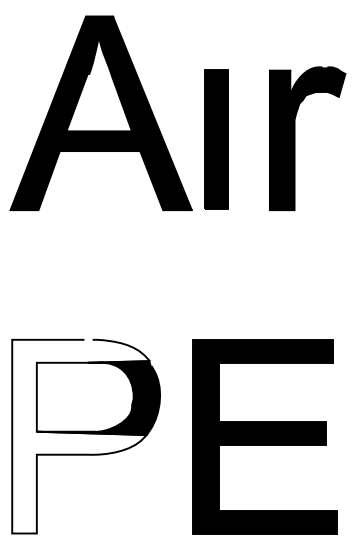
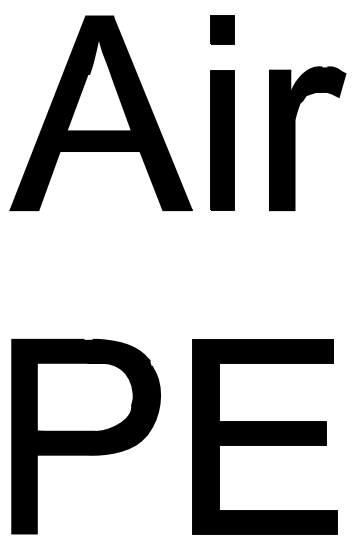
part at (222, 29): none -> present
part at (216, 139) position: (216, 139) -> (222, 140)
fill at (81, 436): none -> present
